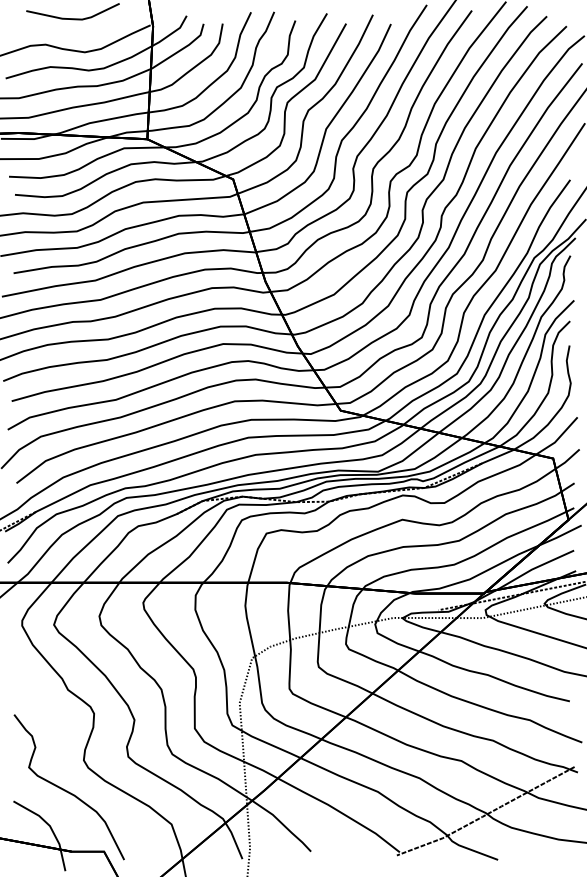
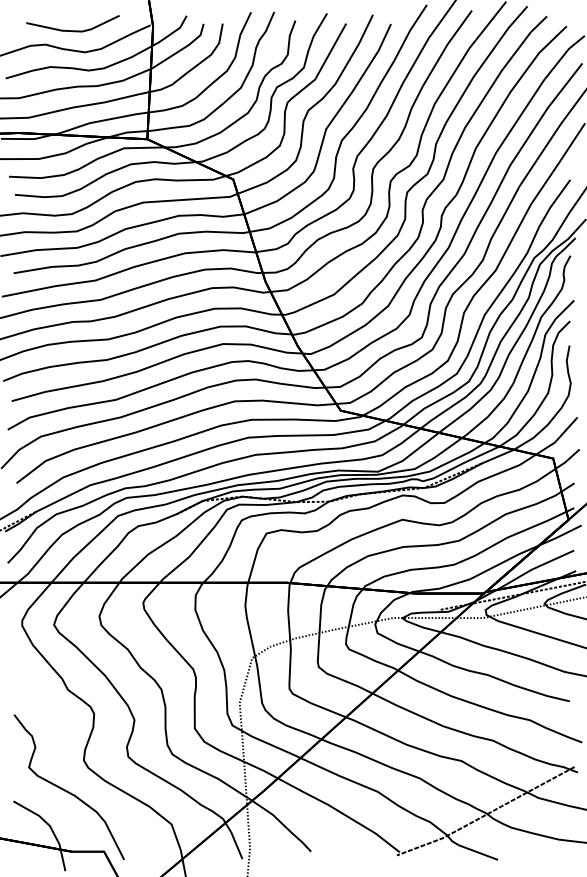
line at (72, 18) position: (72, 18) -> (72, 30)
